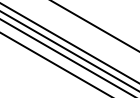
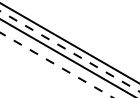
line at (94, 26): present -> none
line at (70, 51): solid -> dashed
line at (56, 65): solid -> dashed
